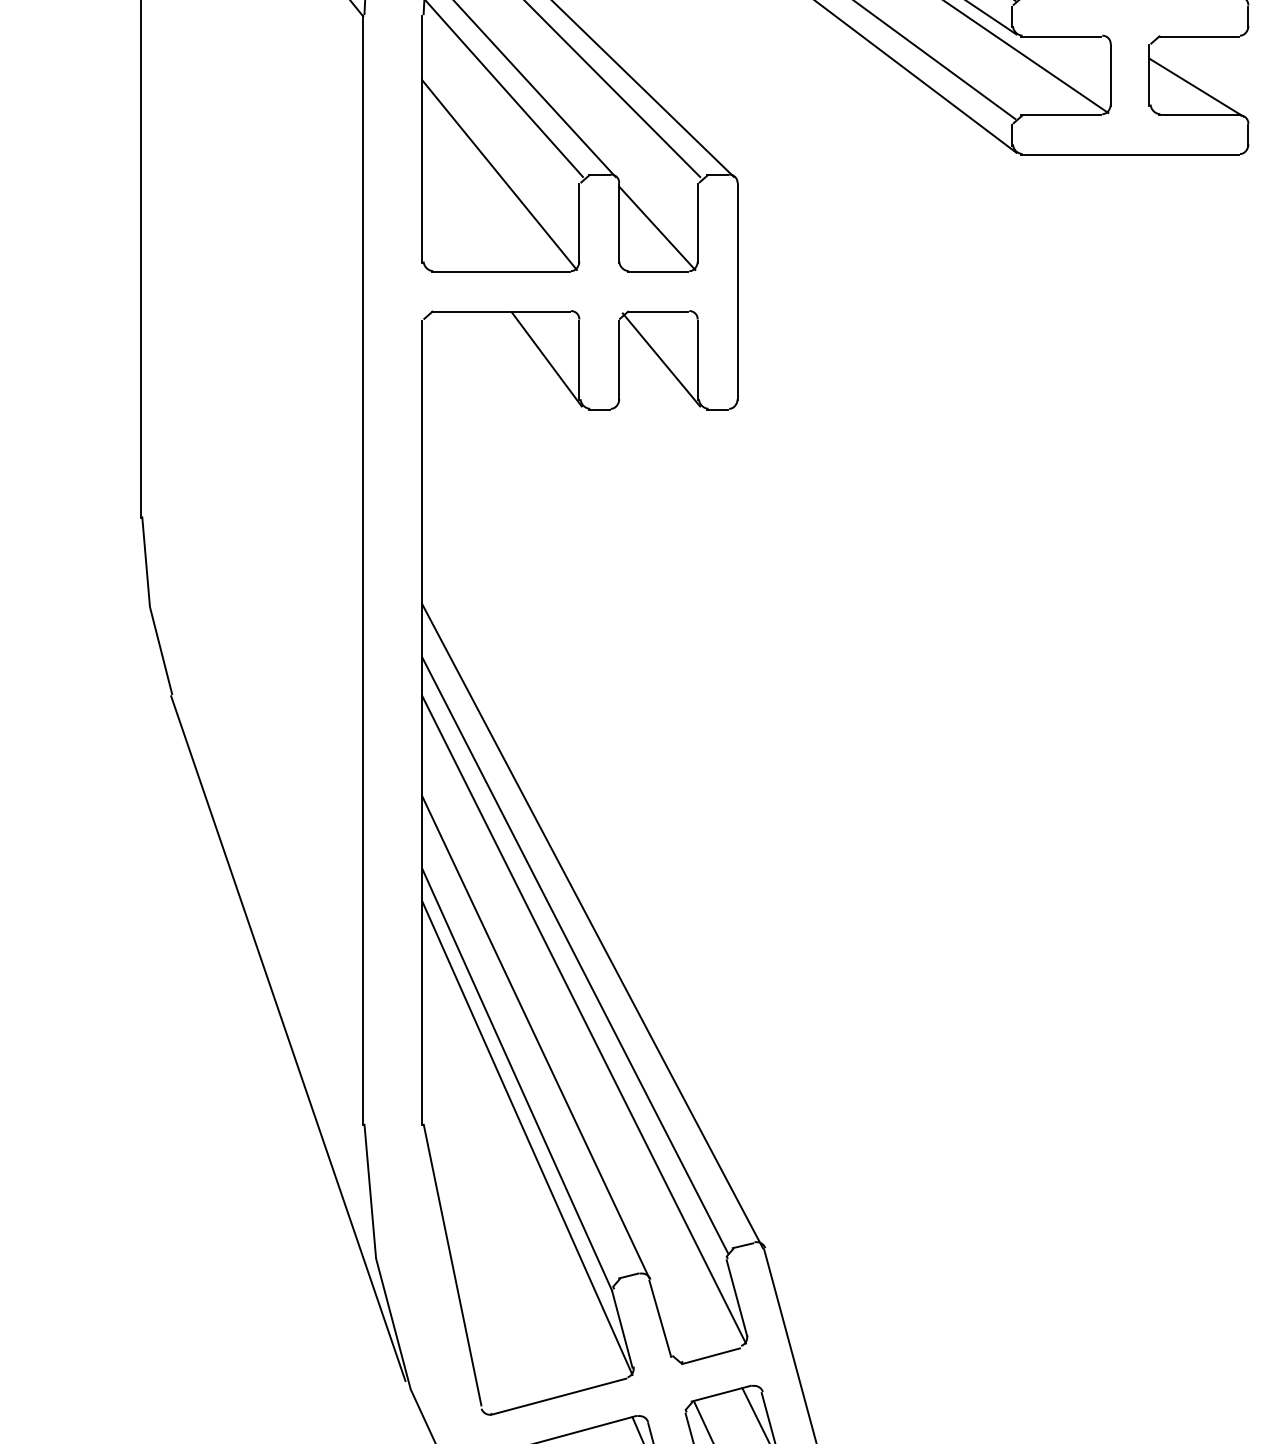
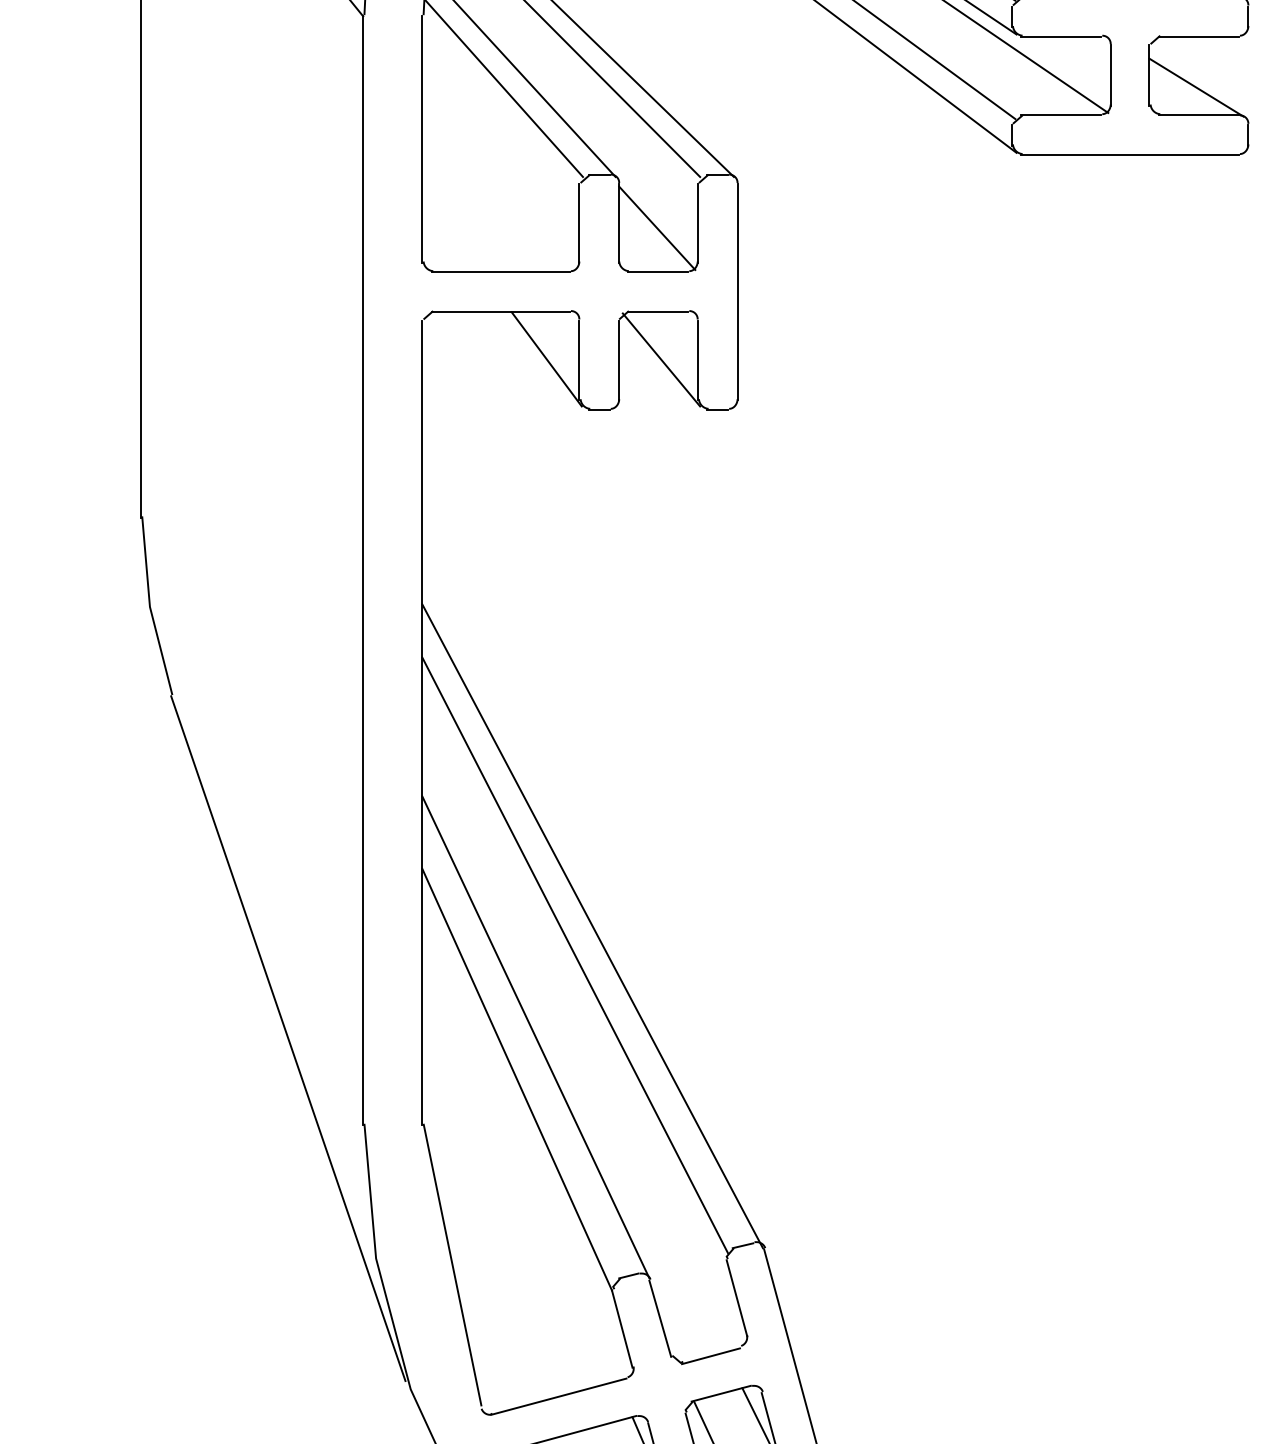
line at (499, 174): present -> none
line at (584, 1019): present -> none
line at (527, 1137): present -> none
